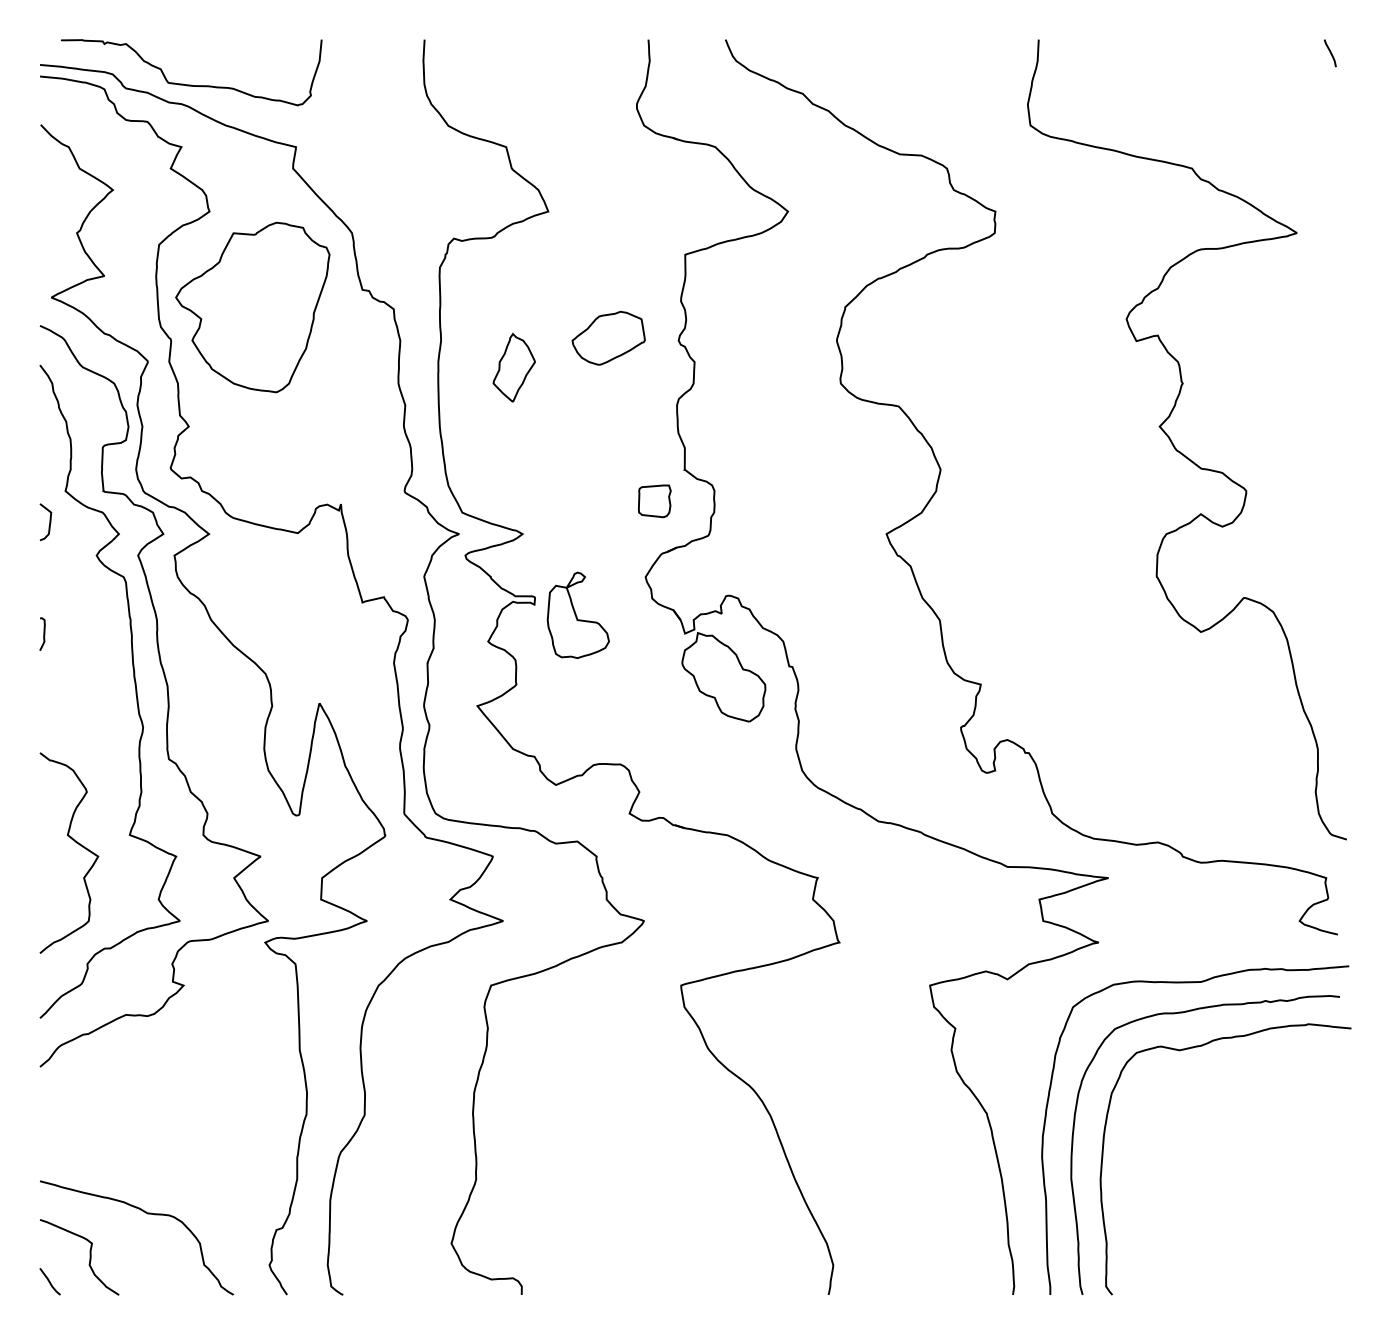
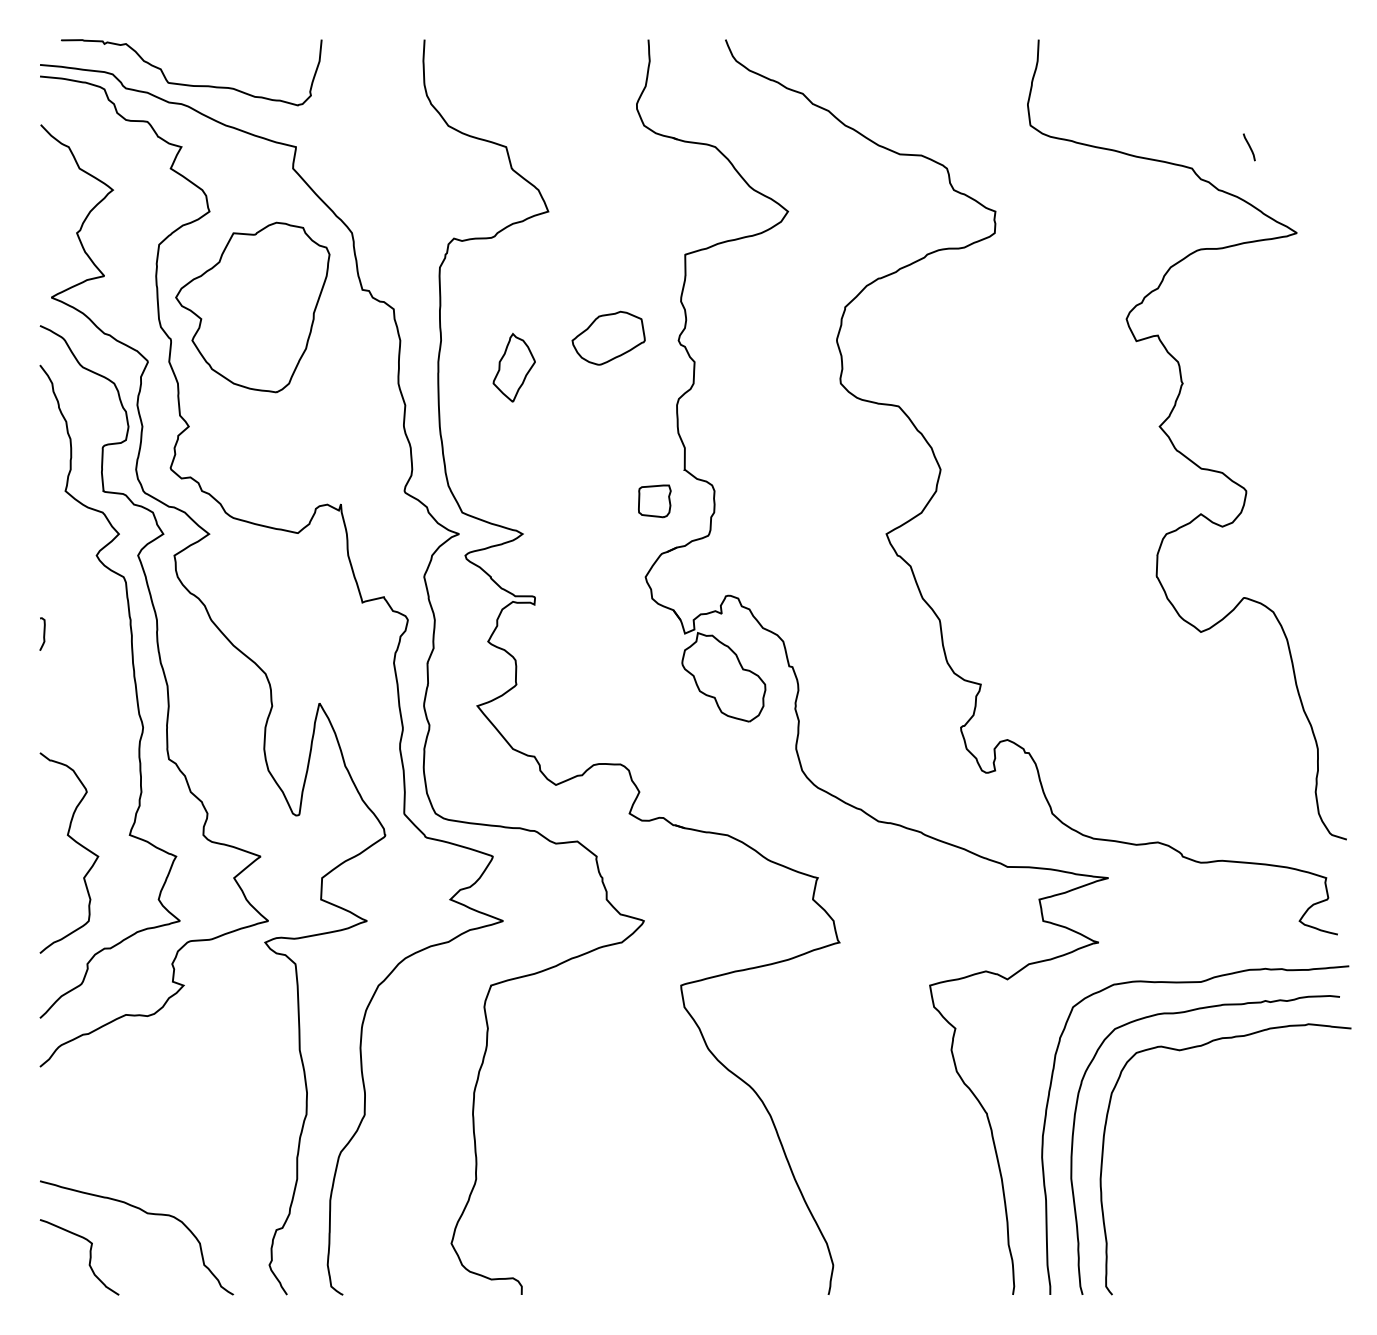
curve at (1329, 52) position: (1329, 52) -> (1248, 146)
curve at (49, 522): present -> none
part at (577, 614): present -> none
line at (49, 1281): present -> none
